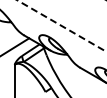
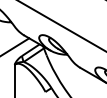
line at (61, 25): dashed -> solid
